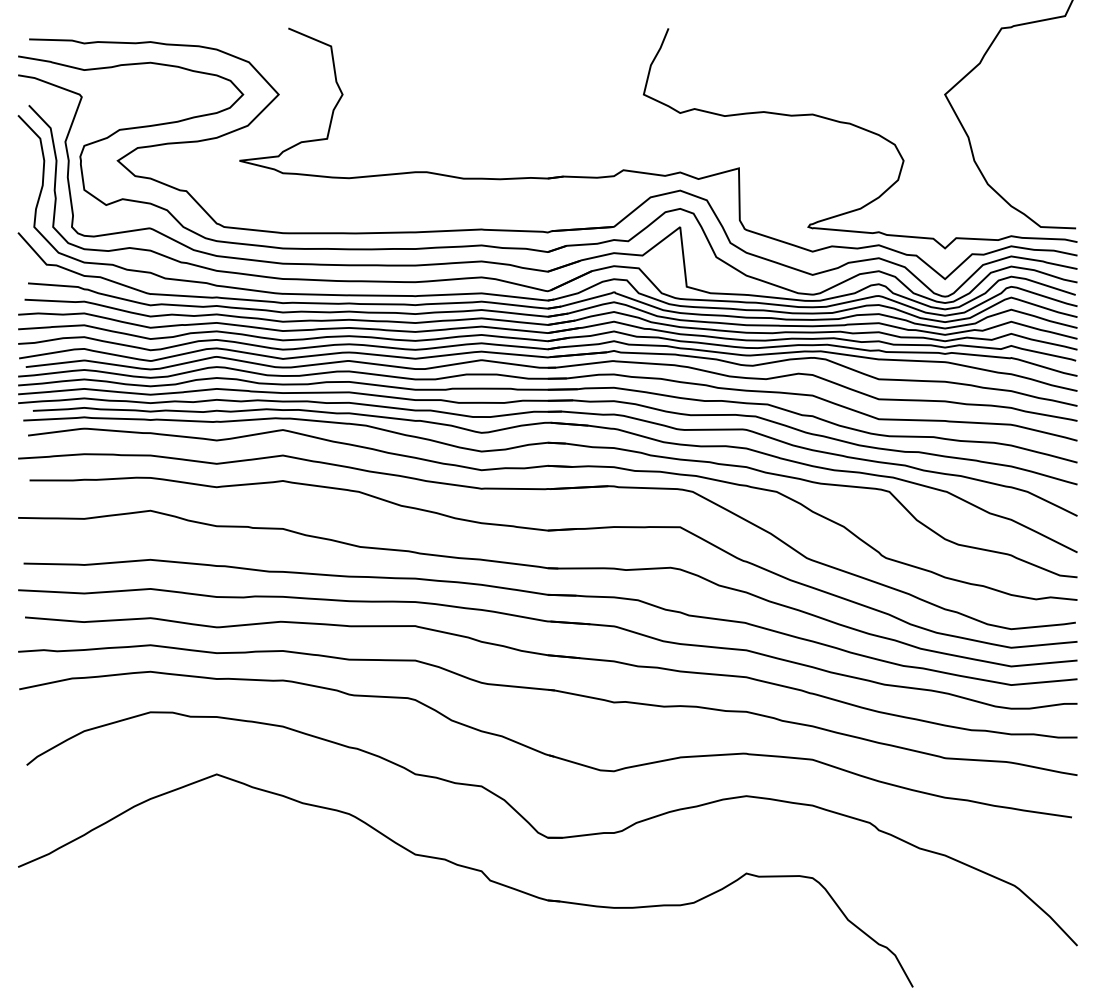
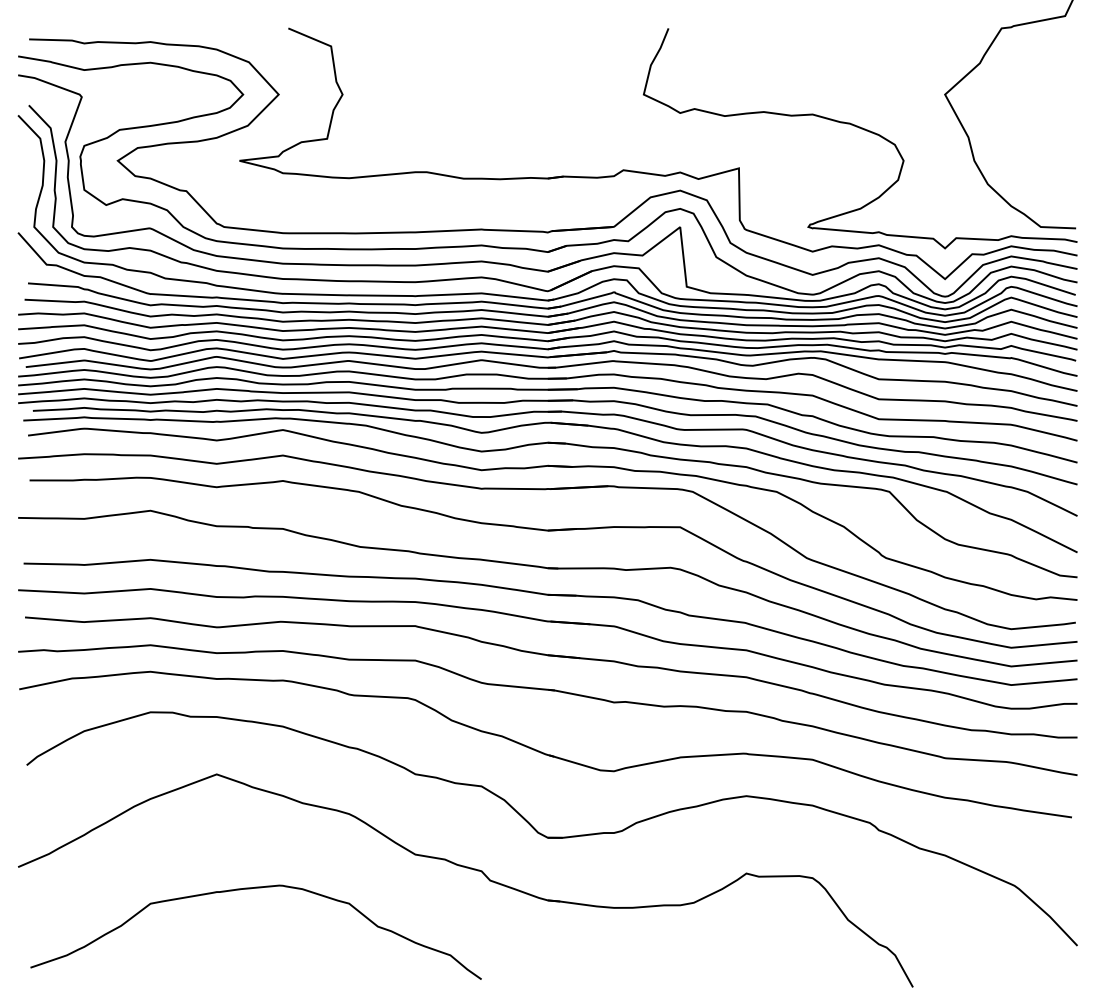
curve at (251, 889): none -> present
